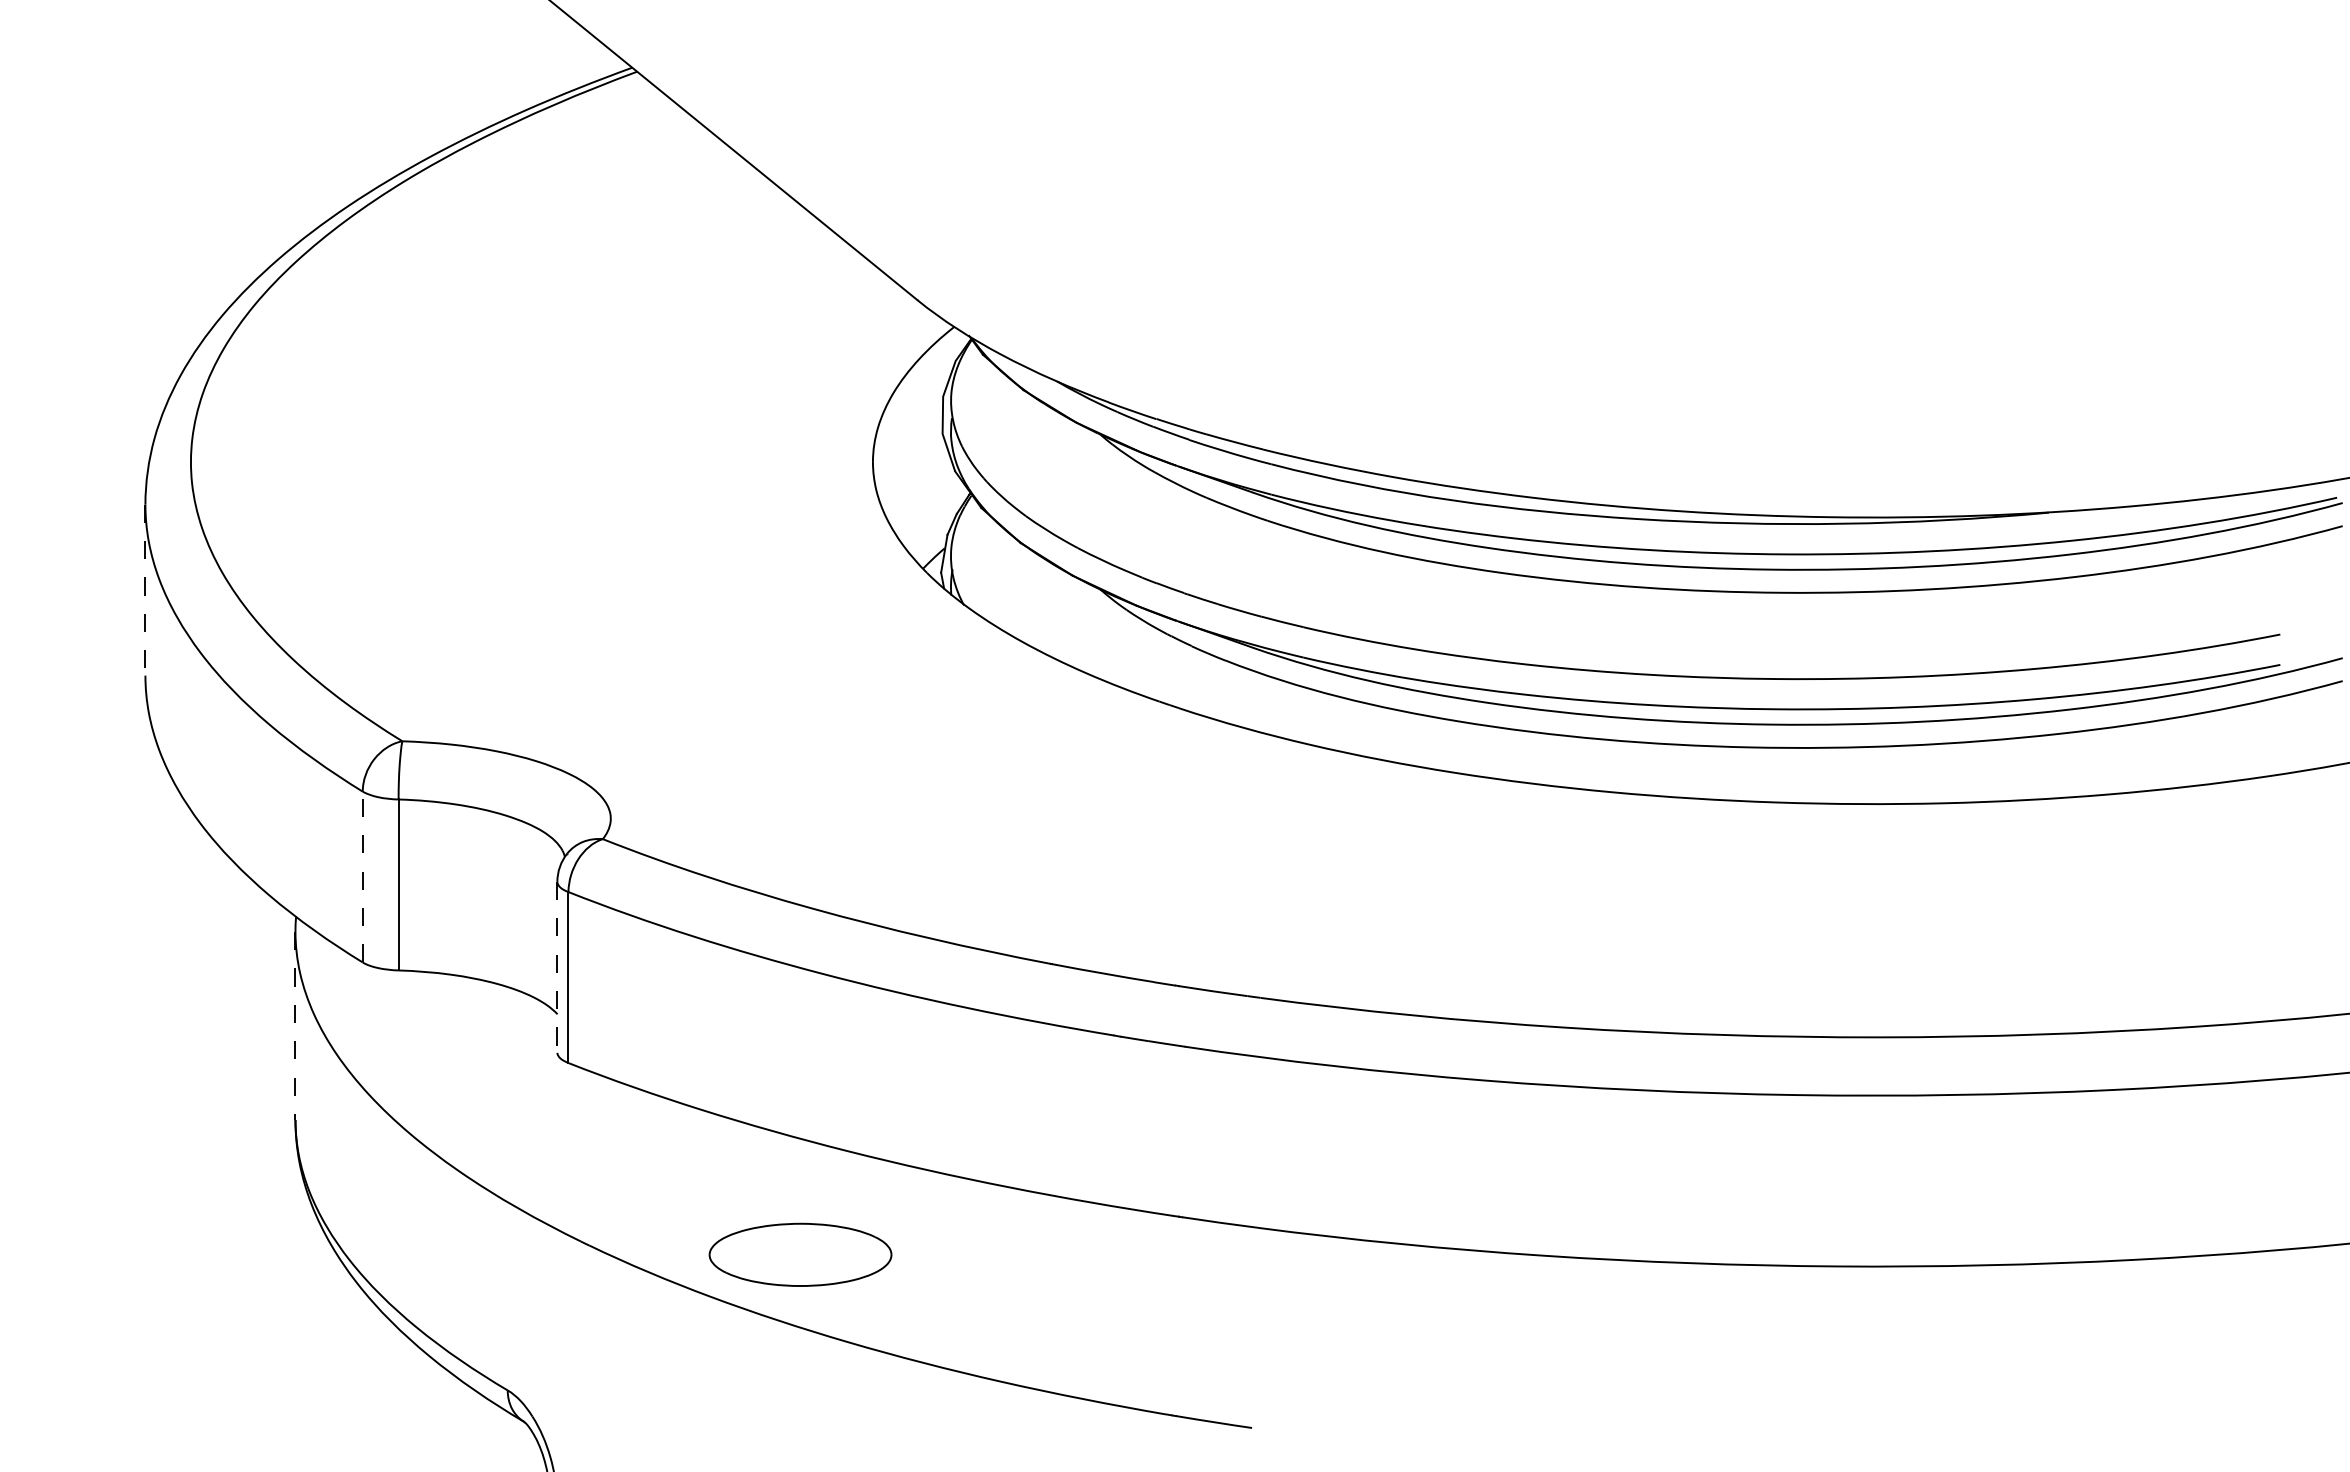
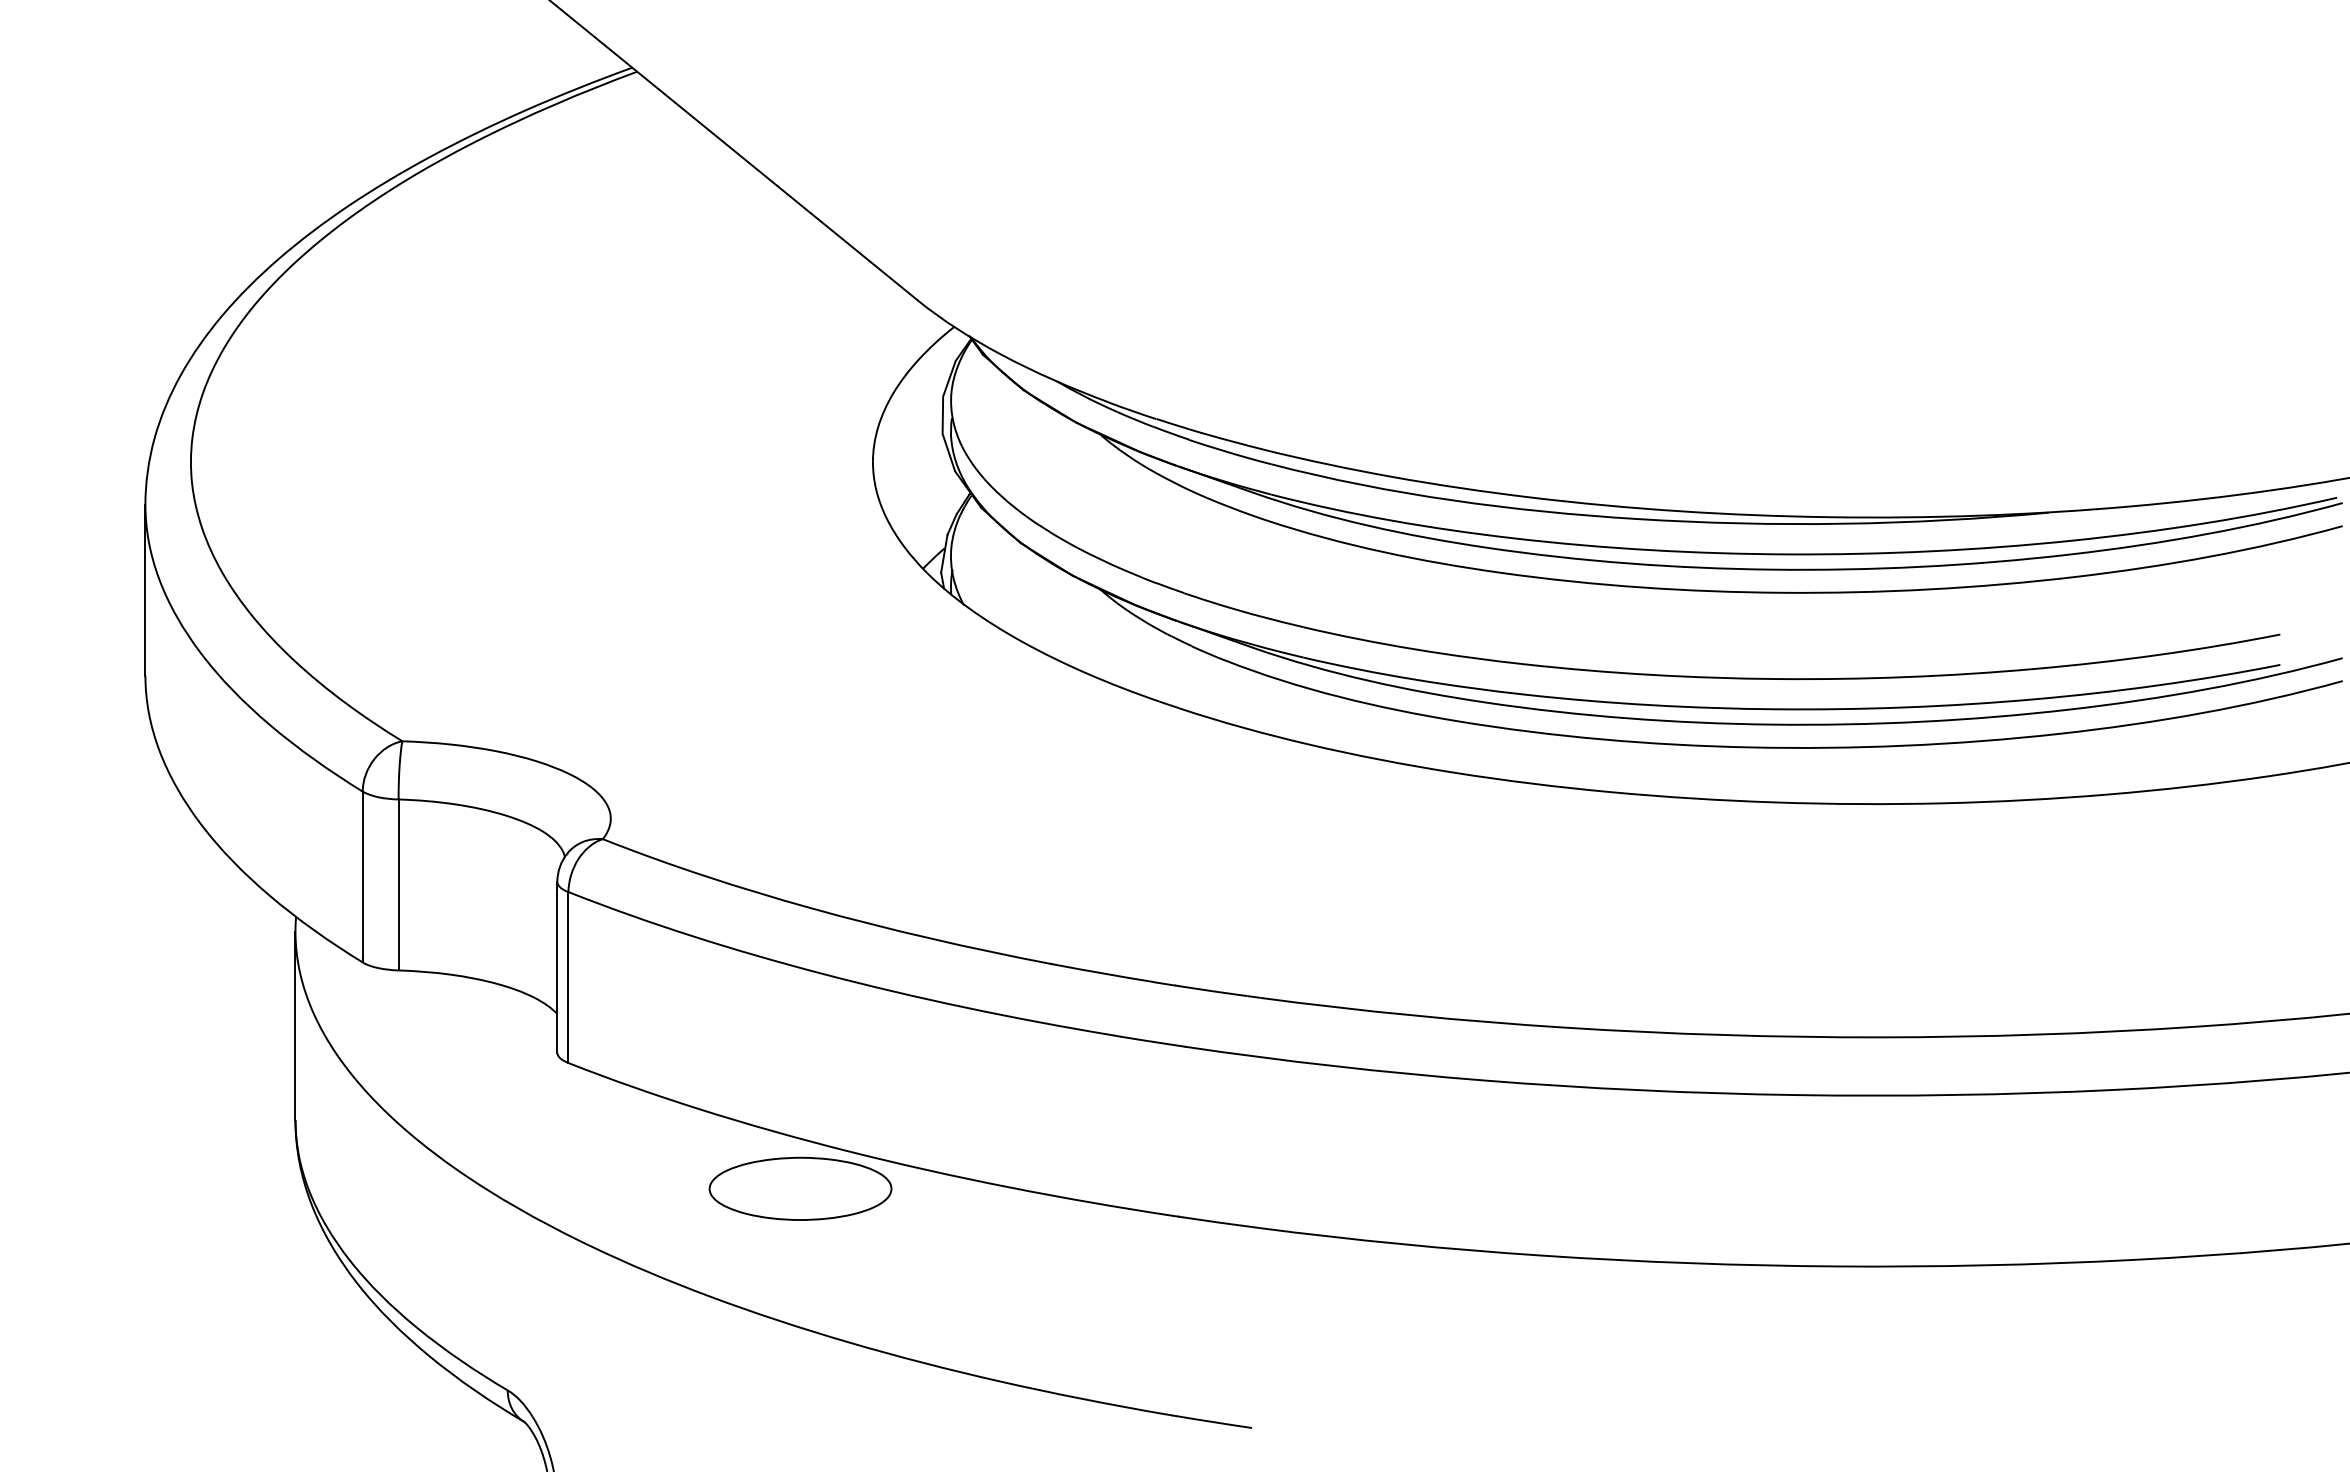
line at (145, 590): dashed -> solid
line at (362, 876): dashed -> solid
line at (557, 967): dashed -> solid
line at (295, 1026): dashed -> solid
part at (800, 1254) position: (800, 1254) -> (800, 1188)
